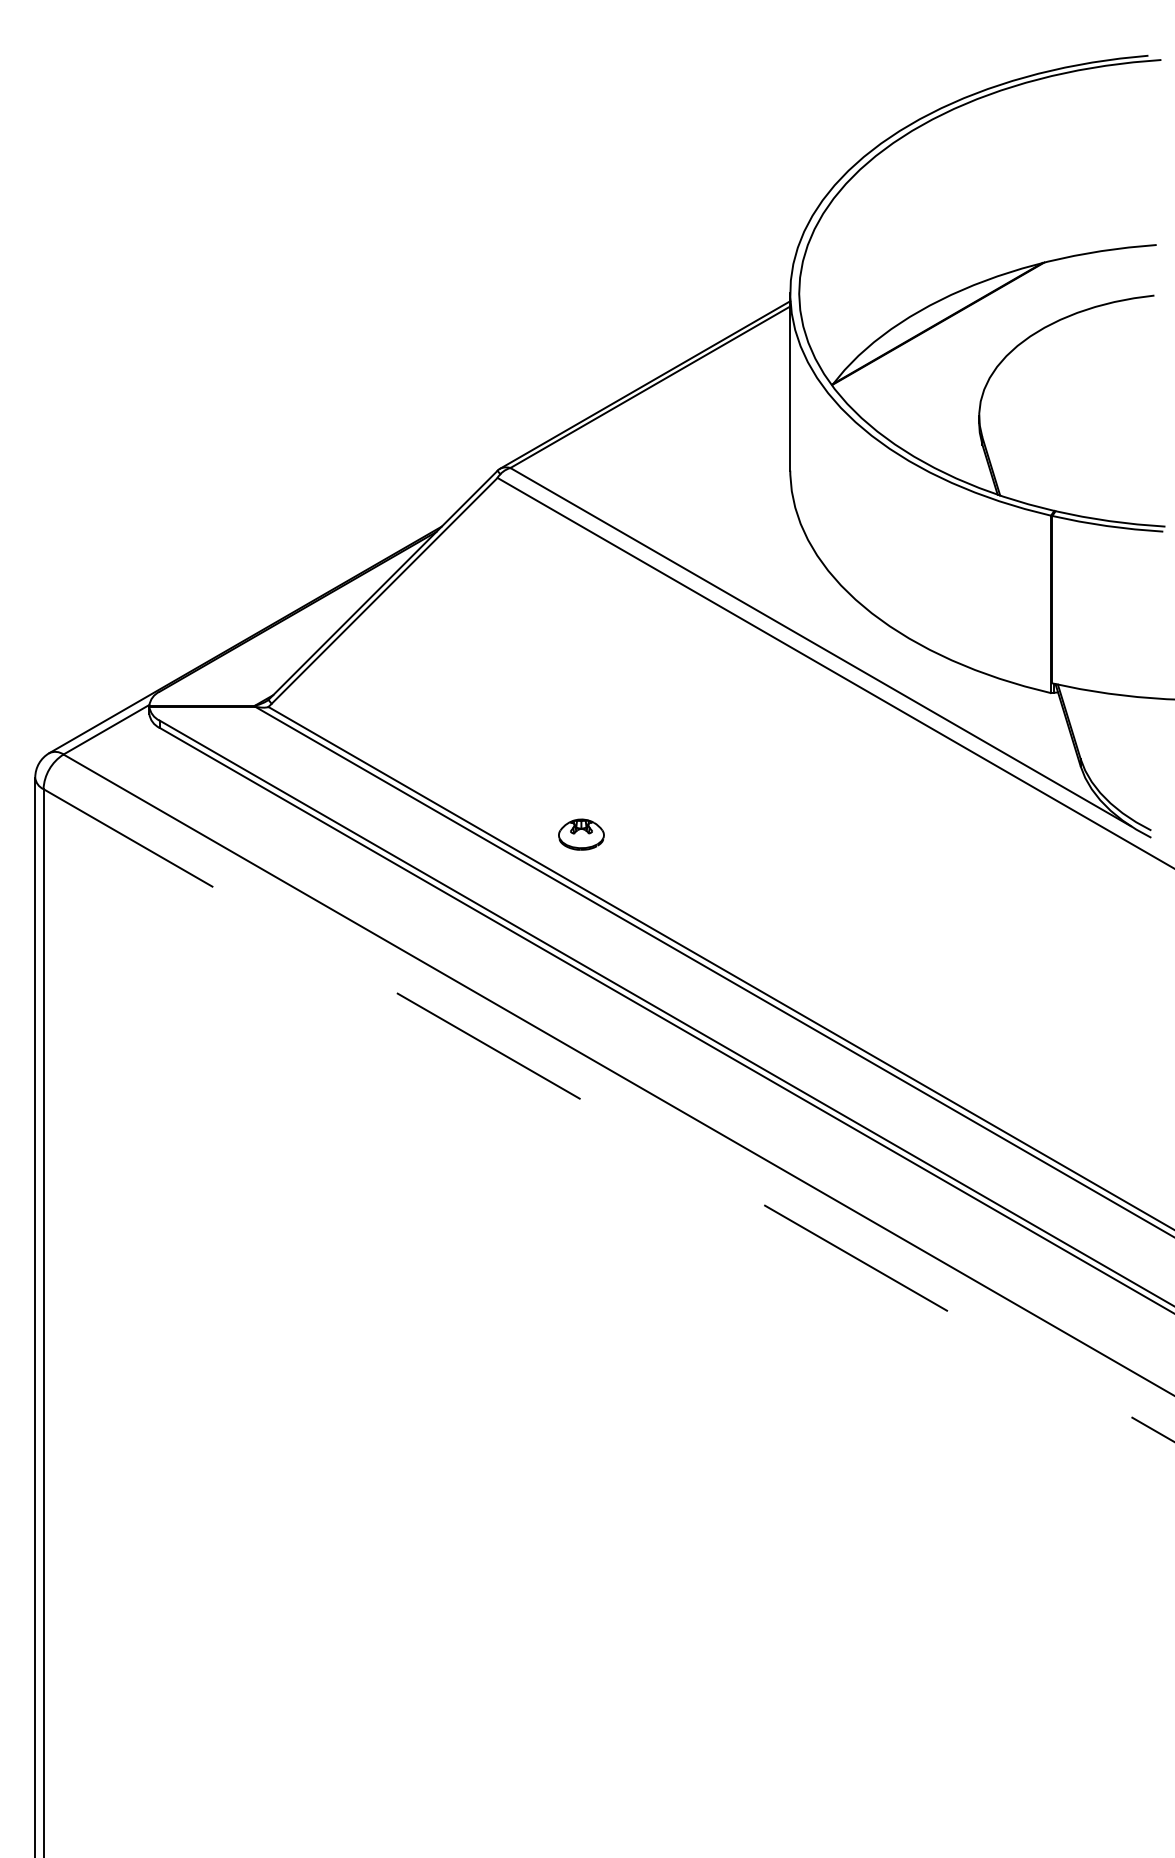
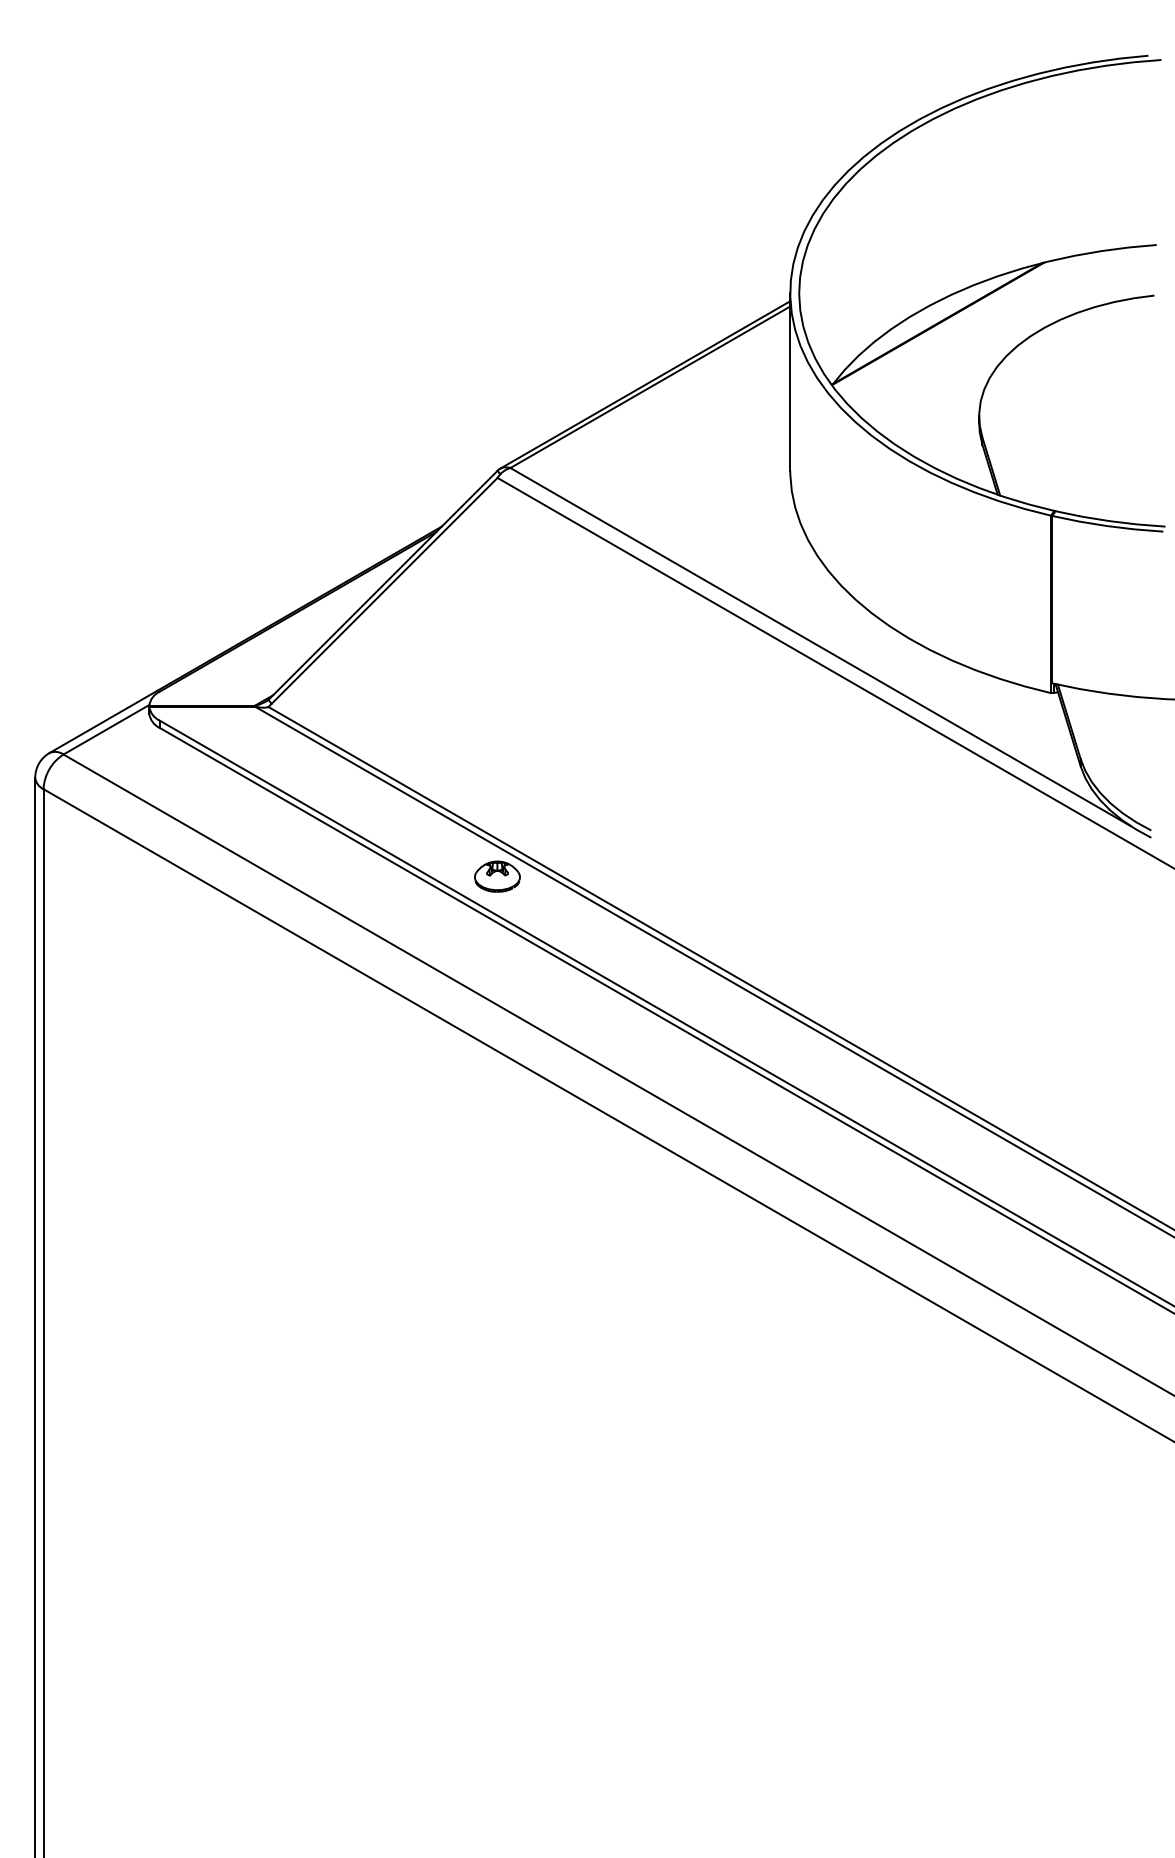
part at (581, 834) position: (581, 834) -> (497, 876)
line at (608, 1115): dashed -> solid
